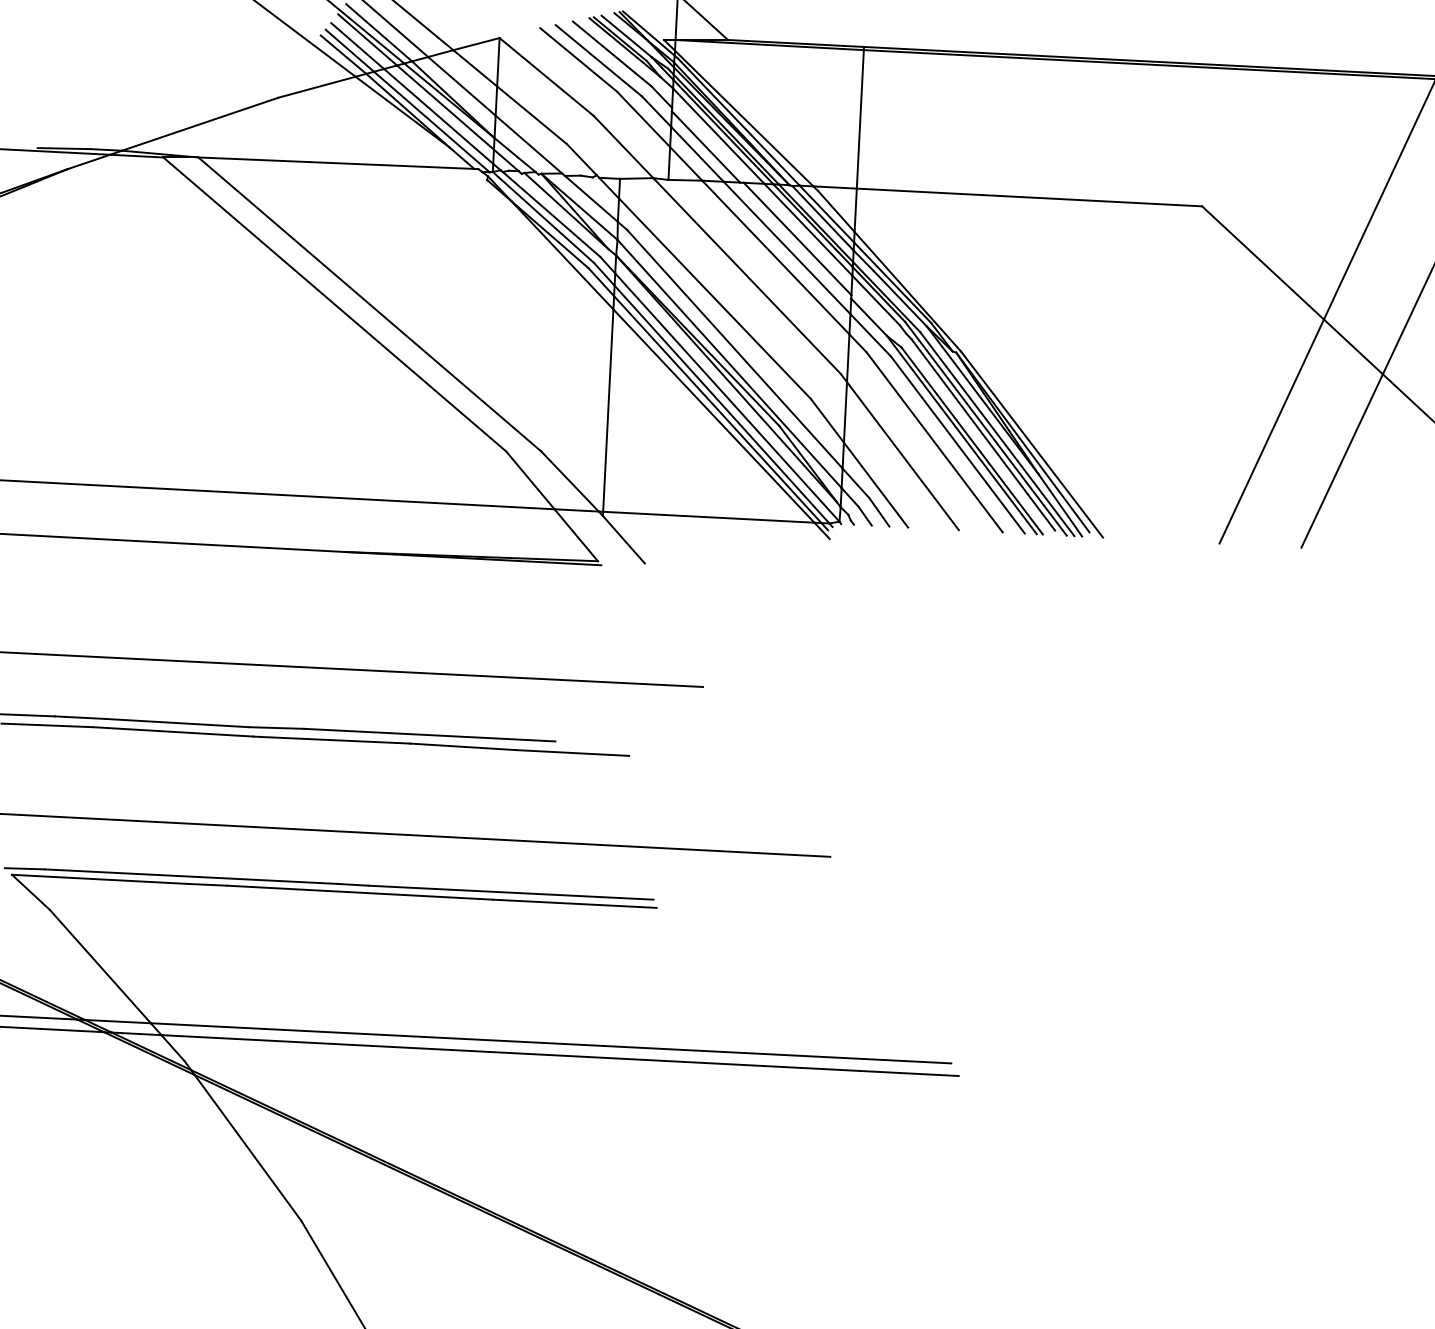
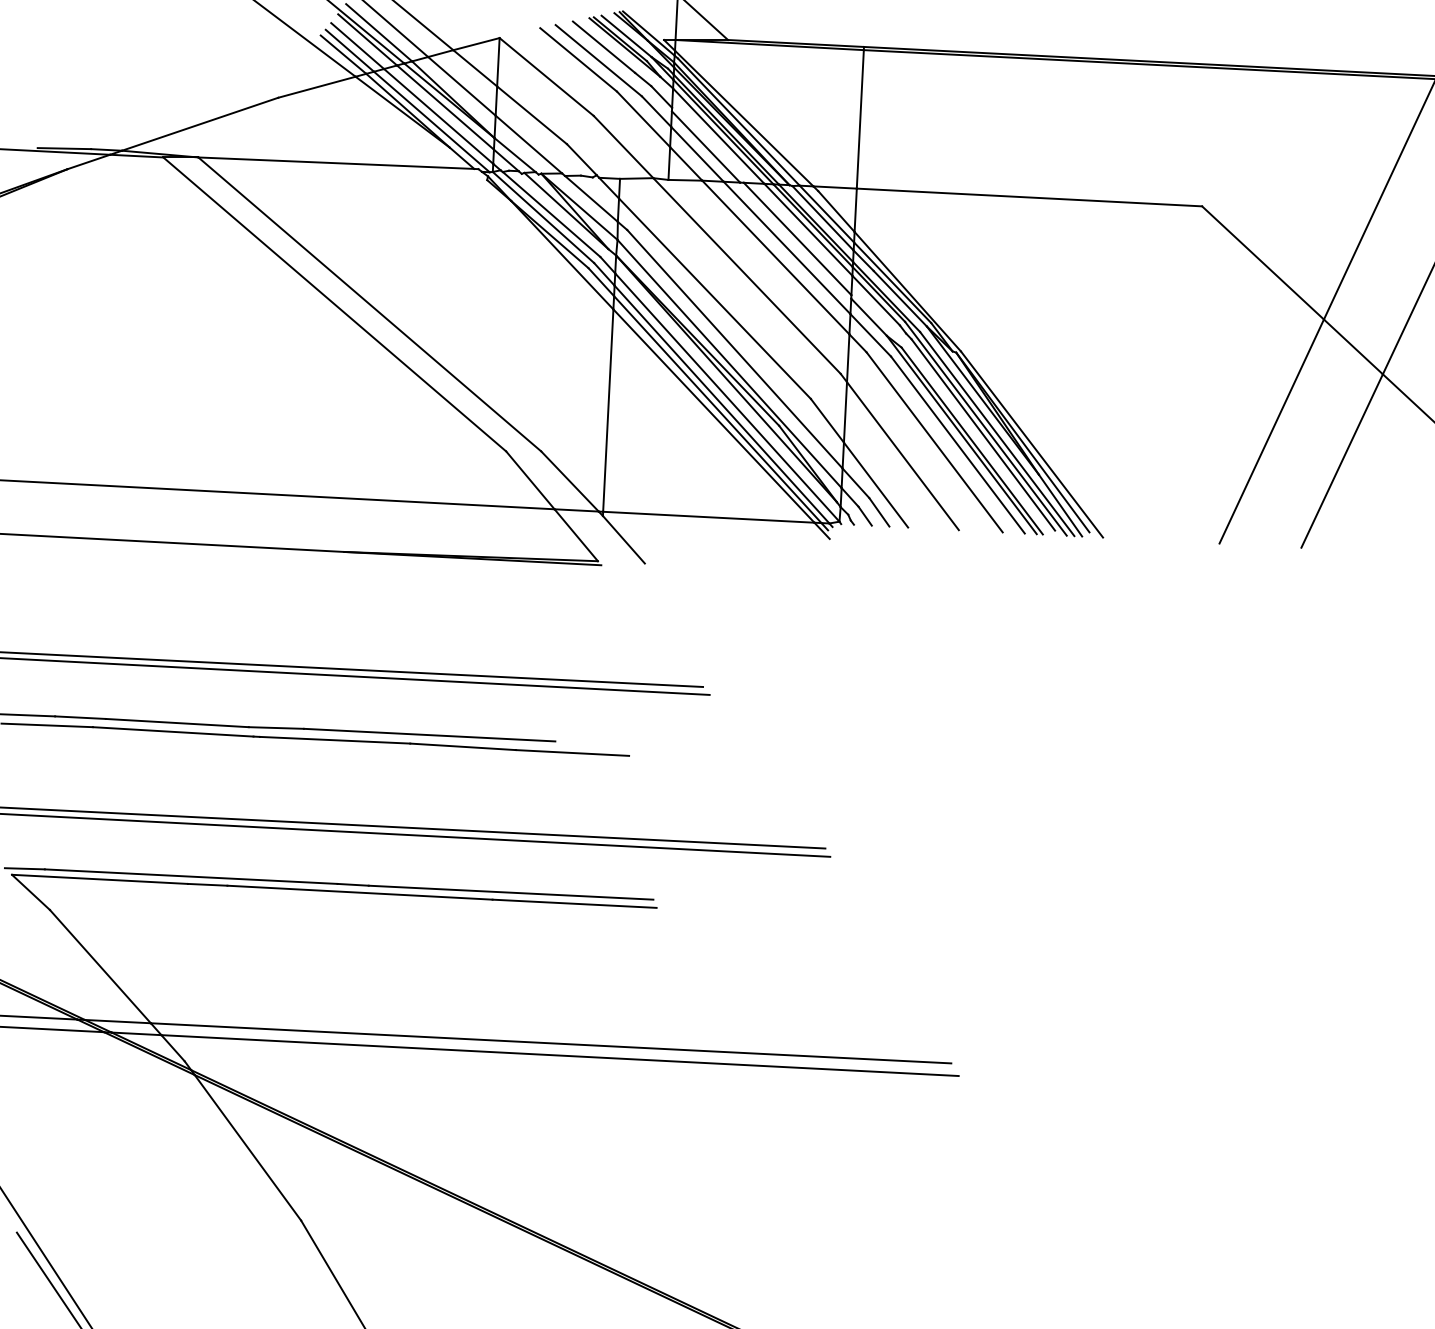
line at (355, 676): none -> present
line at (413, 827): none -> present
line at (46, 1257): none -> present
line at (47, 1278): none -> present
